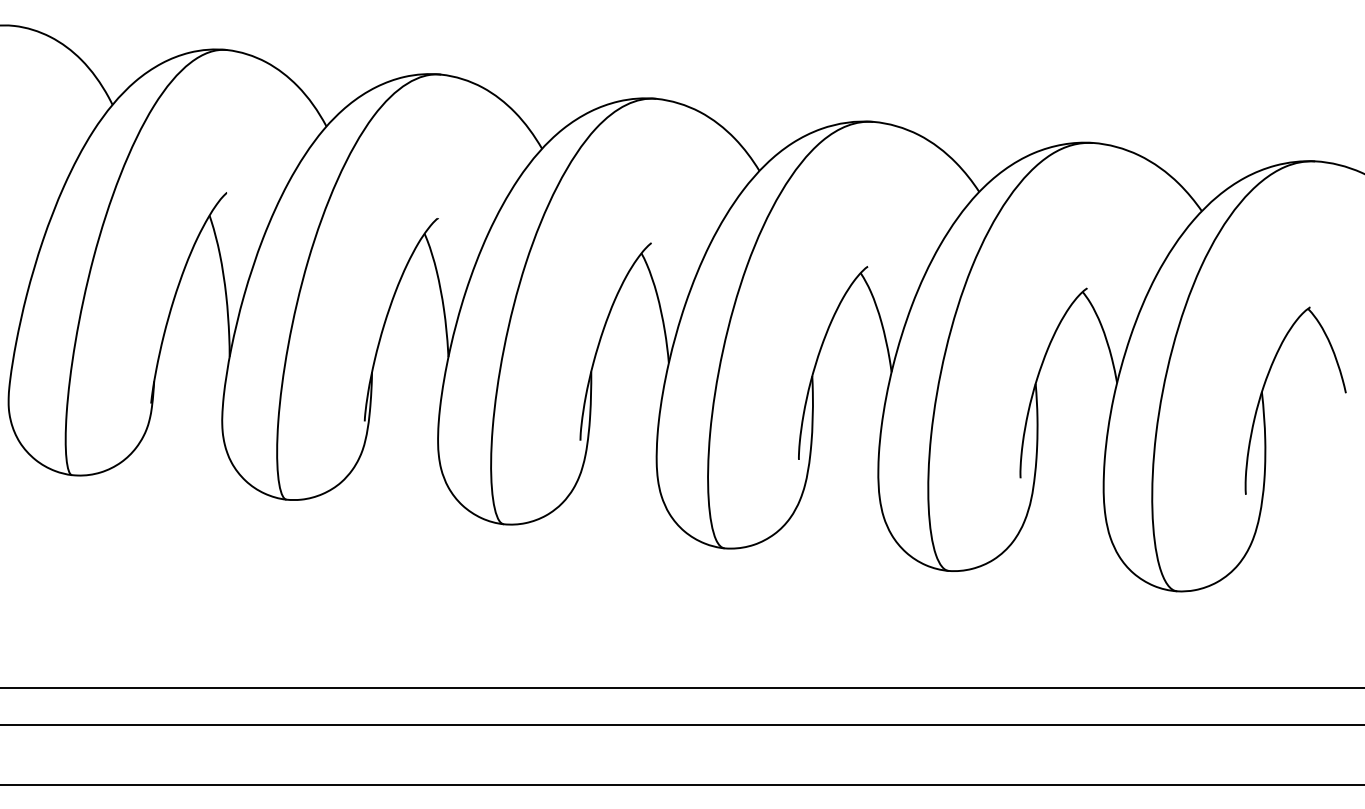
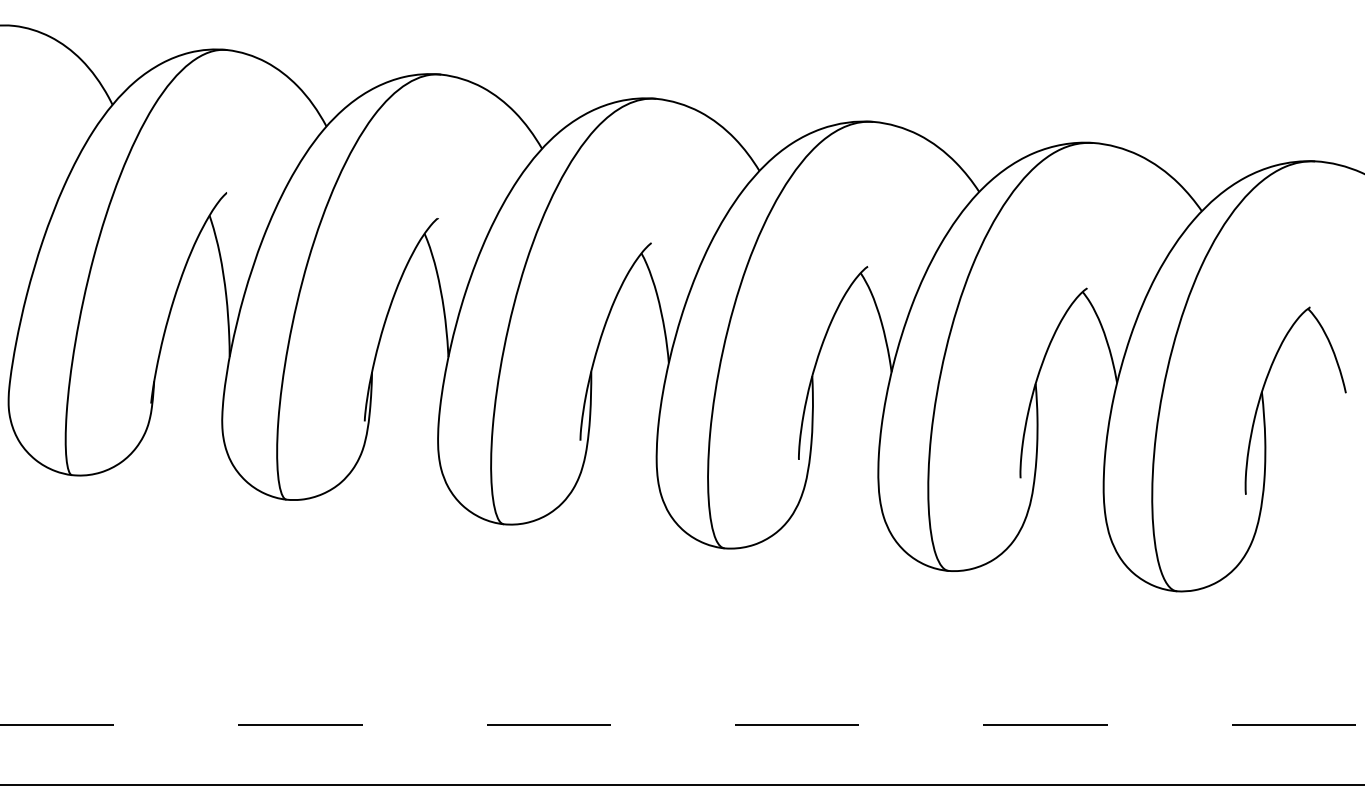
line at (681, 688): present -> none
line at (681, 725): solid -> dashed
